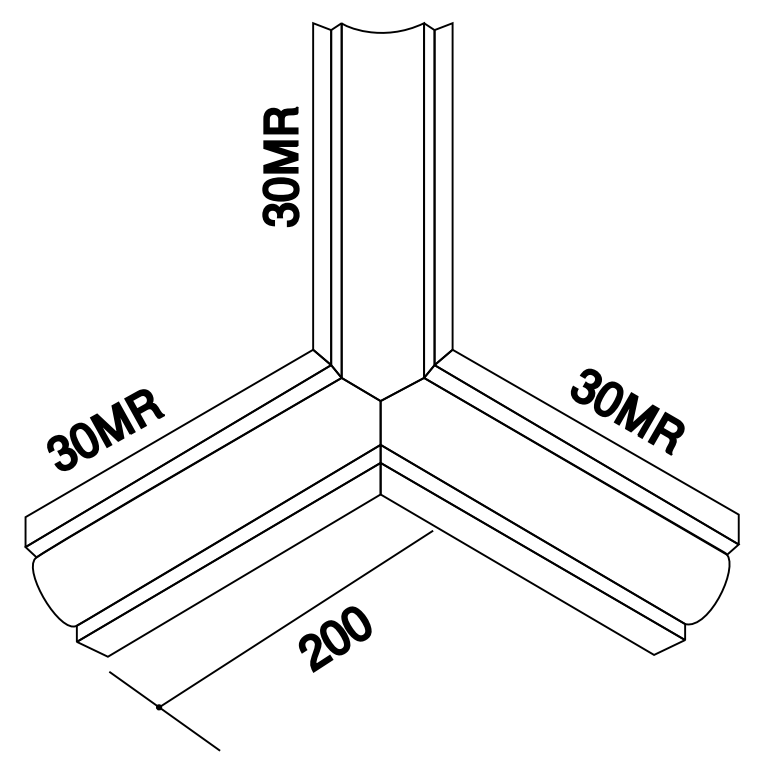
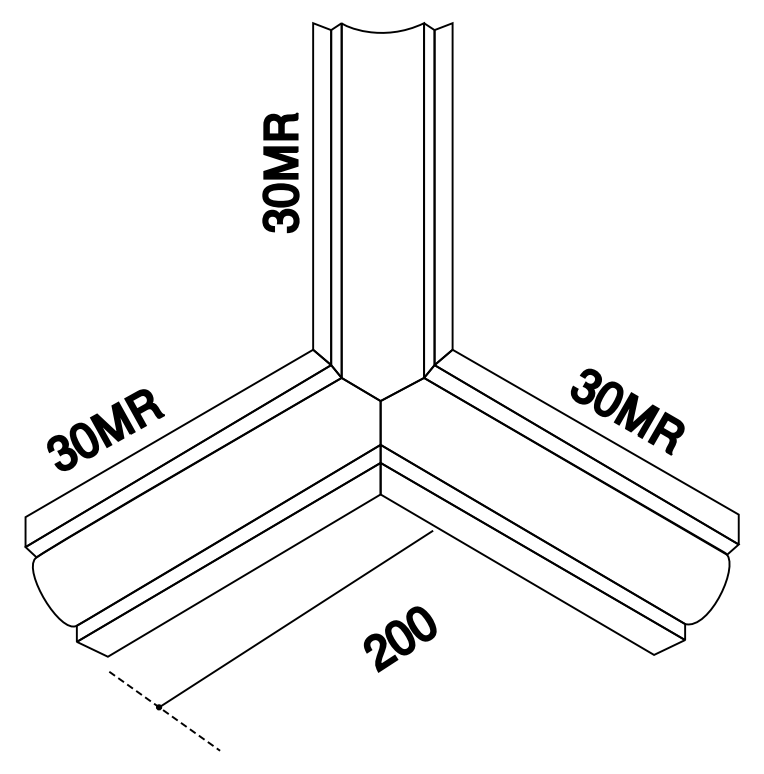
part at (280, 166) position: (280, 166) -> (280, 172)
part at (334, 639) position: (334, 639) -> (399, 639)
line at (165, 711): solid -> dashed
